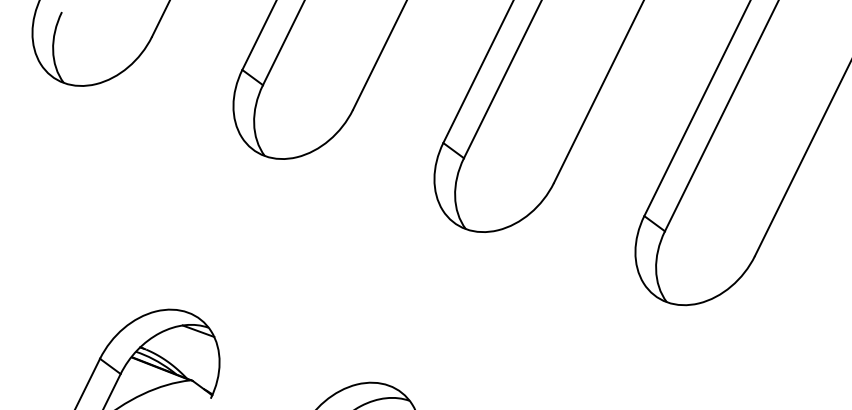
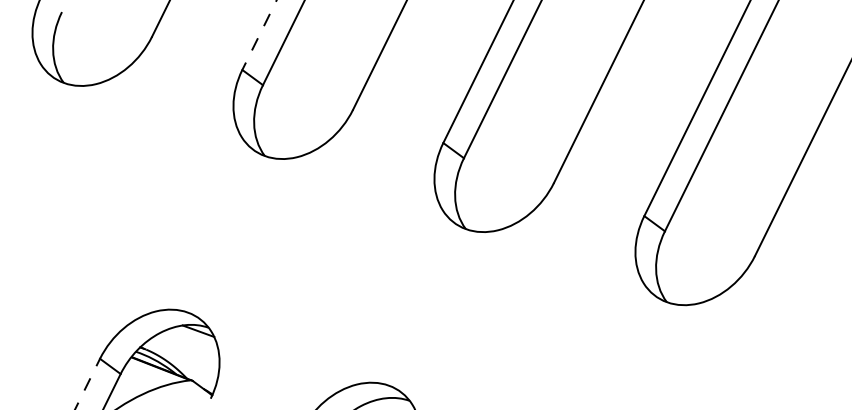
line at (259, 35): solid -> dashed
line at (87, 383): solid -> dashed
